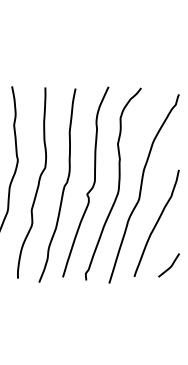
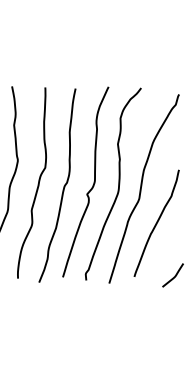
curve at (169, 266) position: (169, 266) -> (173, 276)
